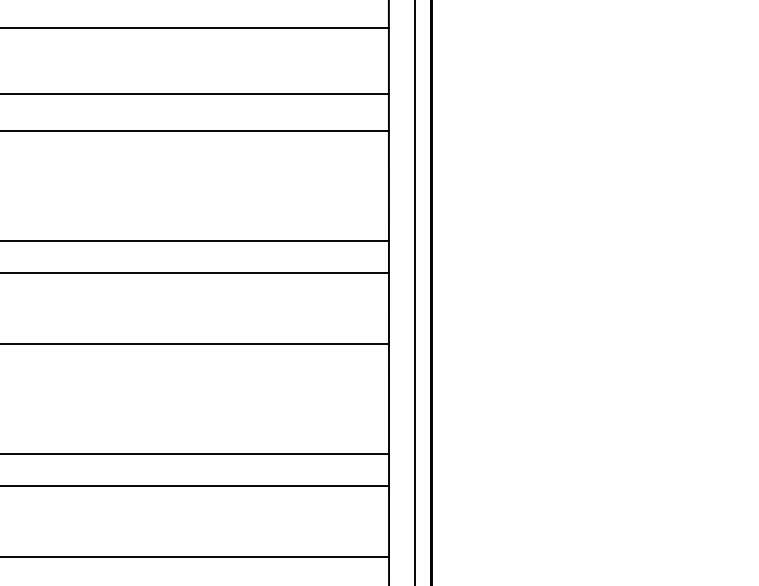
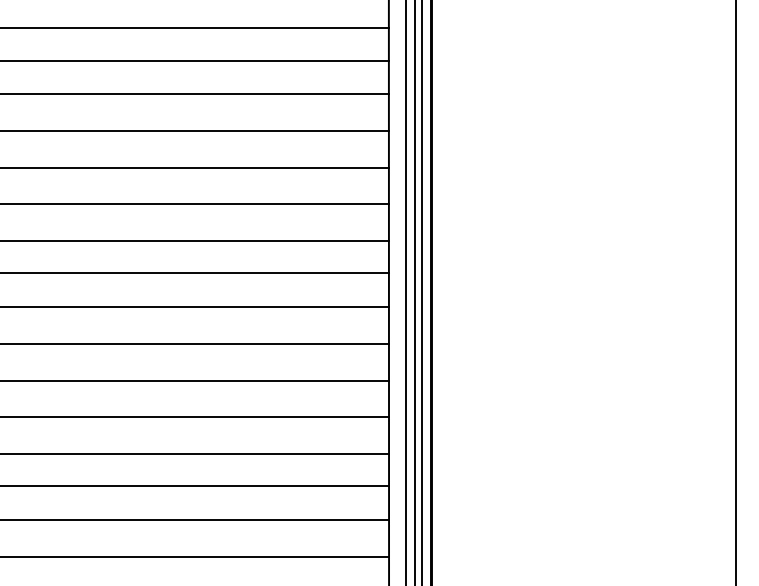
line at (195, 60): none -> present
line at (195, 167): none -> present
line at (195, 204): none -> present
line at (406, 292): none -> present
line at (421, 292): none -> present
line at (736, 292): none -> present
line at (195, 306): none -> present
line at (195, 380): none -> present
line at (195, 417): none -> present
line at (195, 519): none -> present
